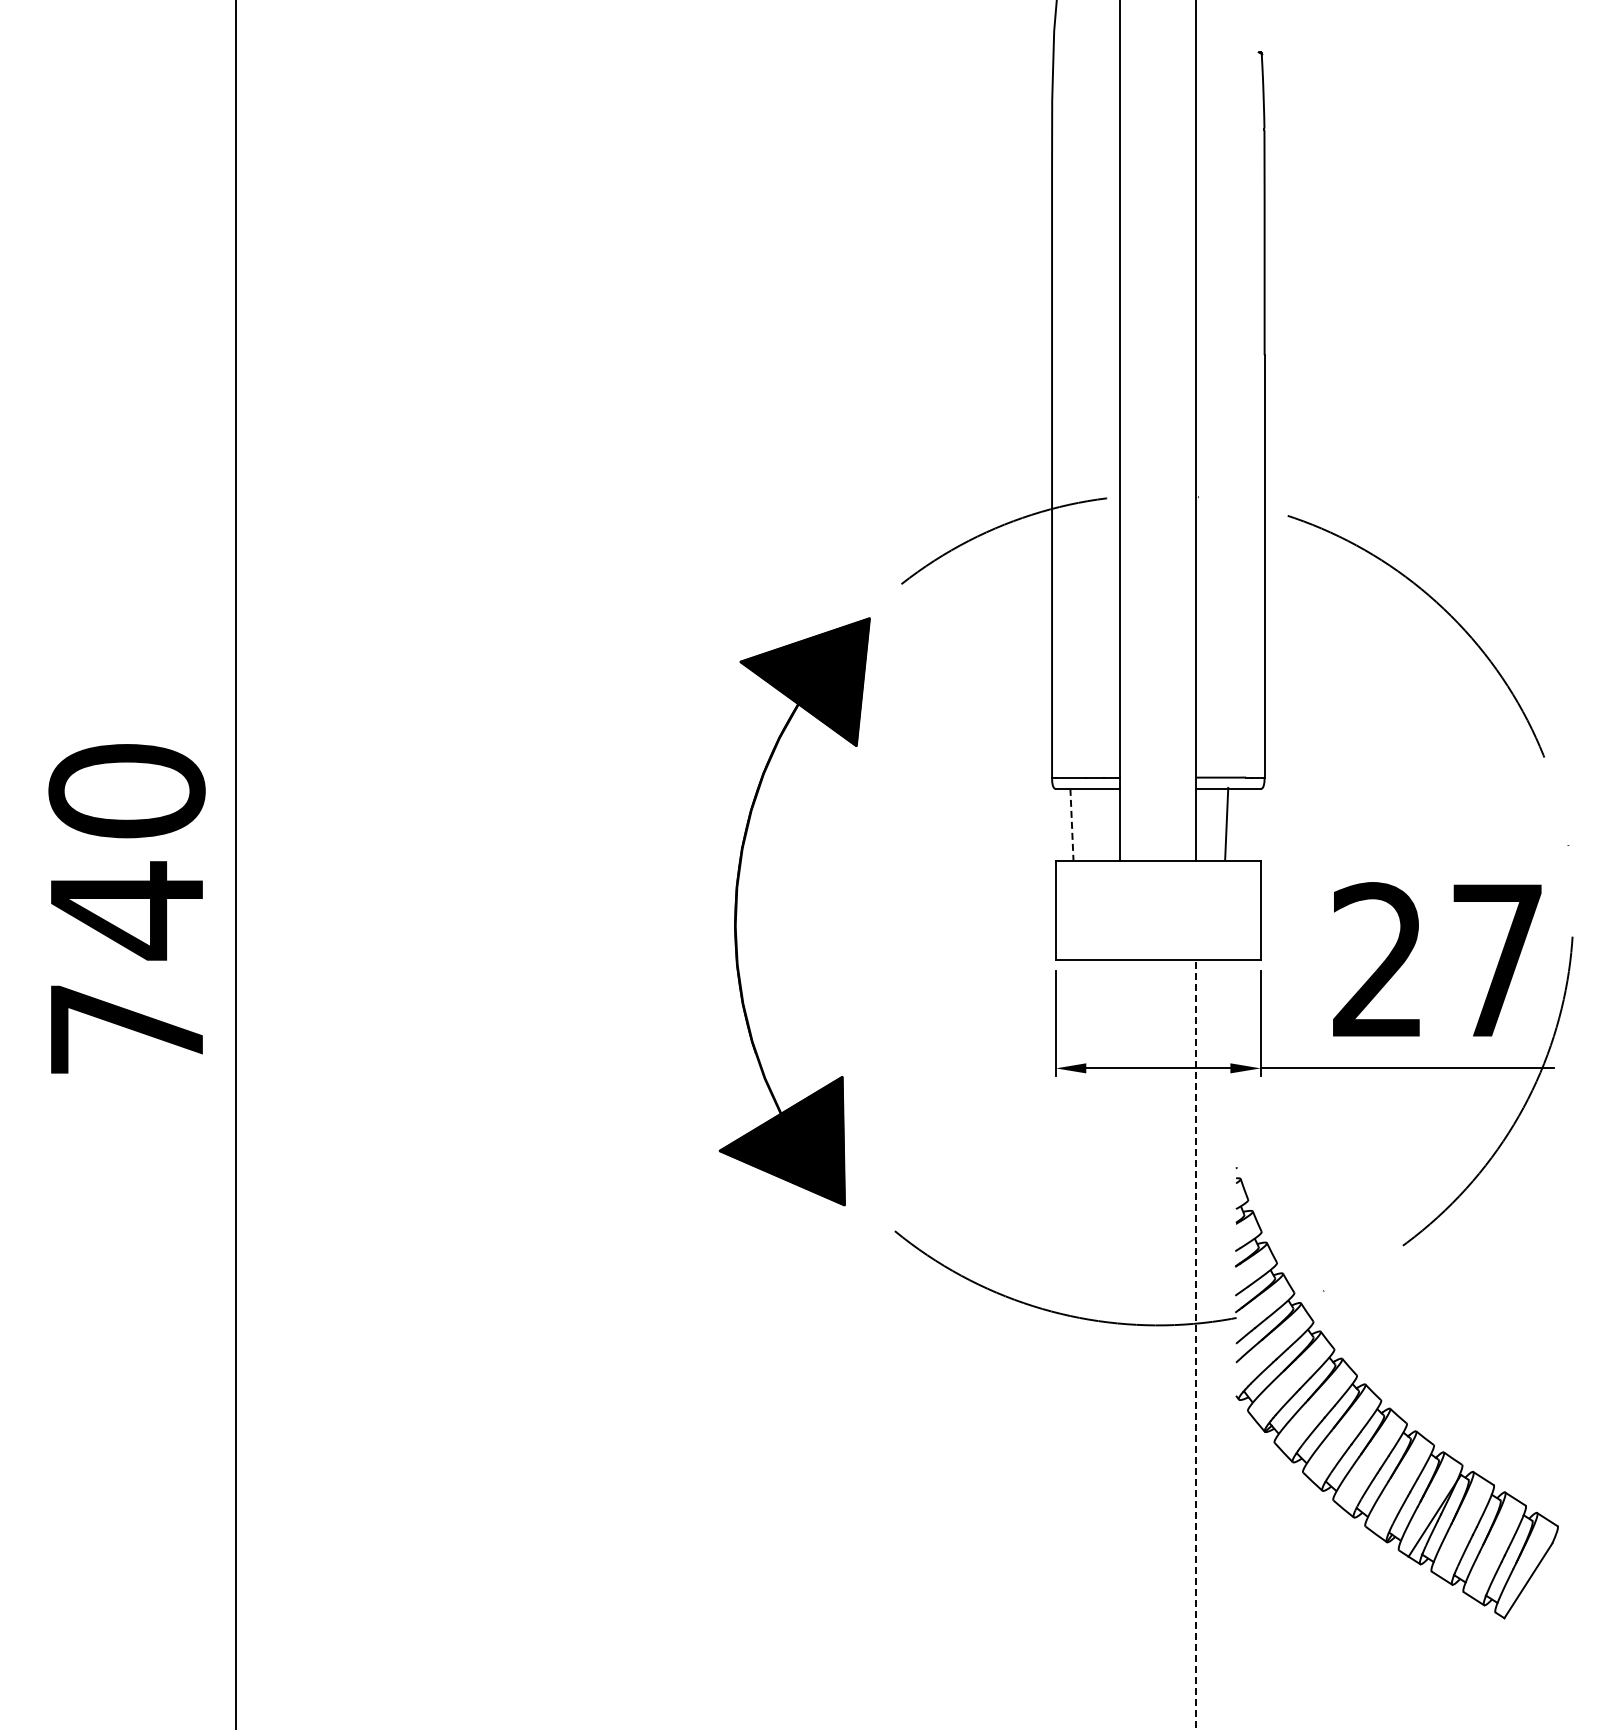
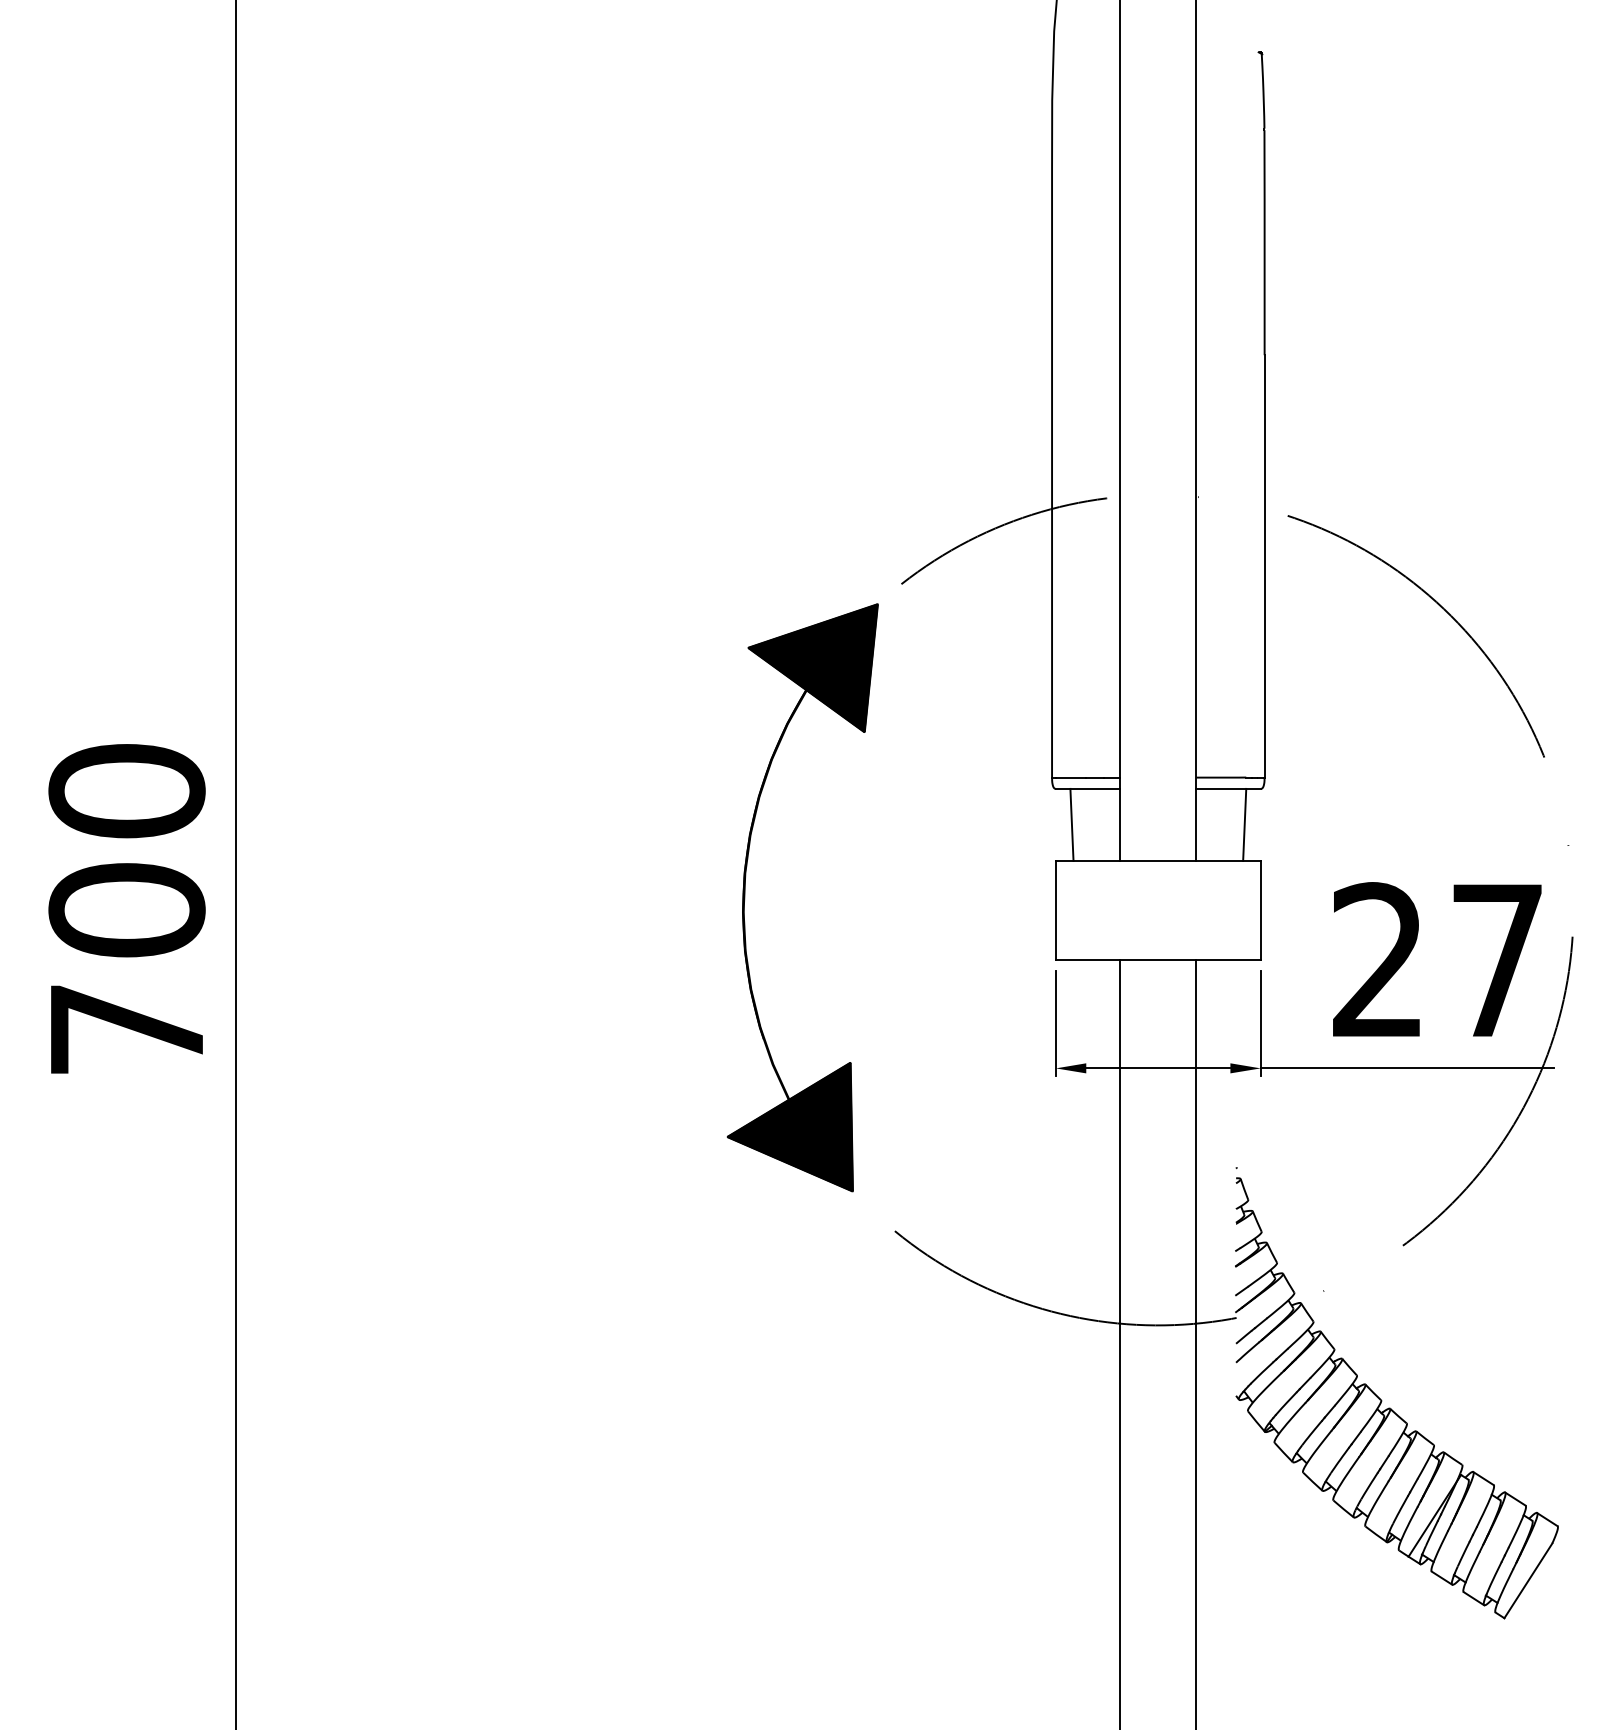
line at (1226, 823) position: (1226, 823) -> (1244, 824)
line at (1071, 825): dashed -> solid
text at (126, 910): 740 -> 700
part at (737, 911) position: (737, 911) -> (745, 897)
line at (1120, 1342): none -> present
line at (1196, 1344): dashed -> solid
